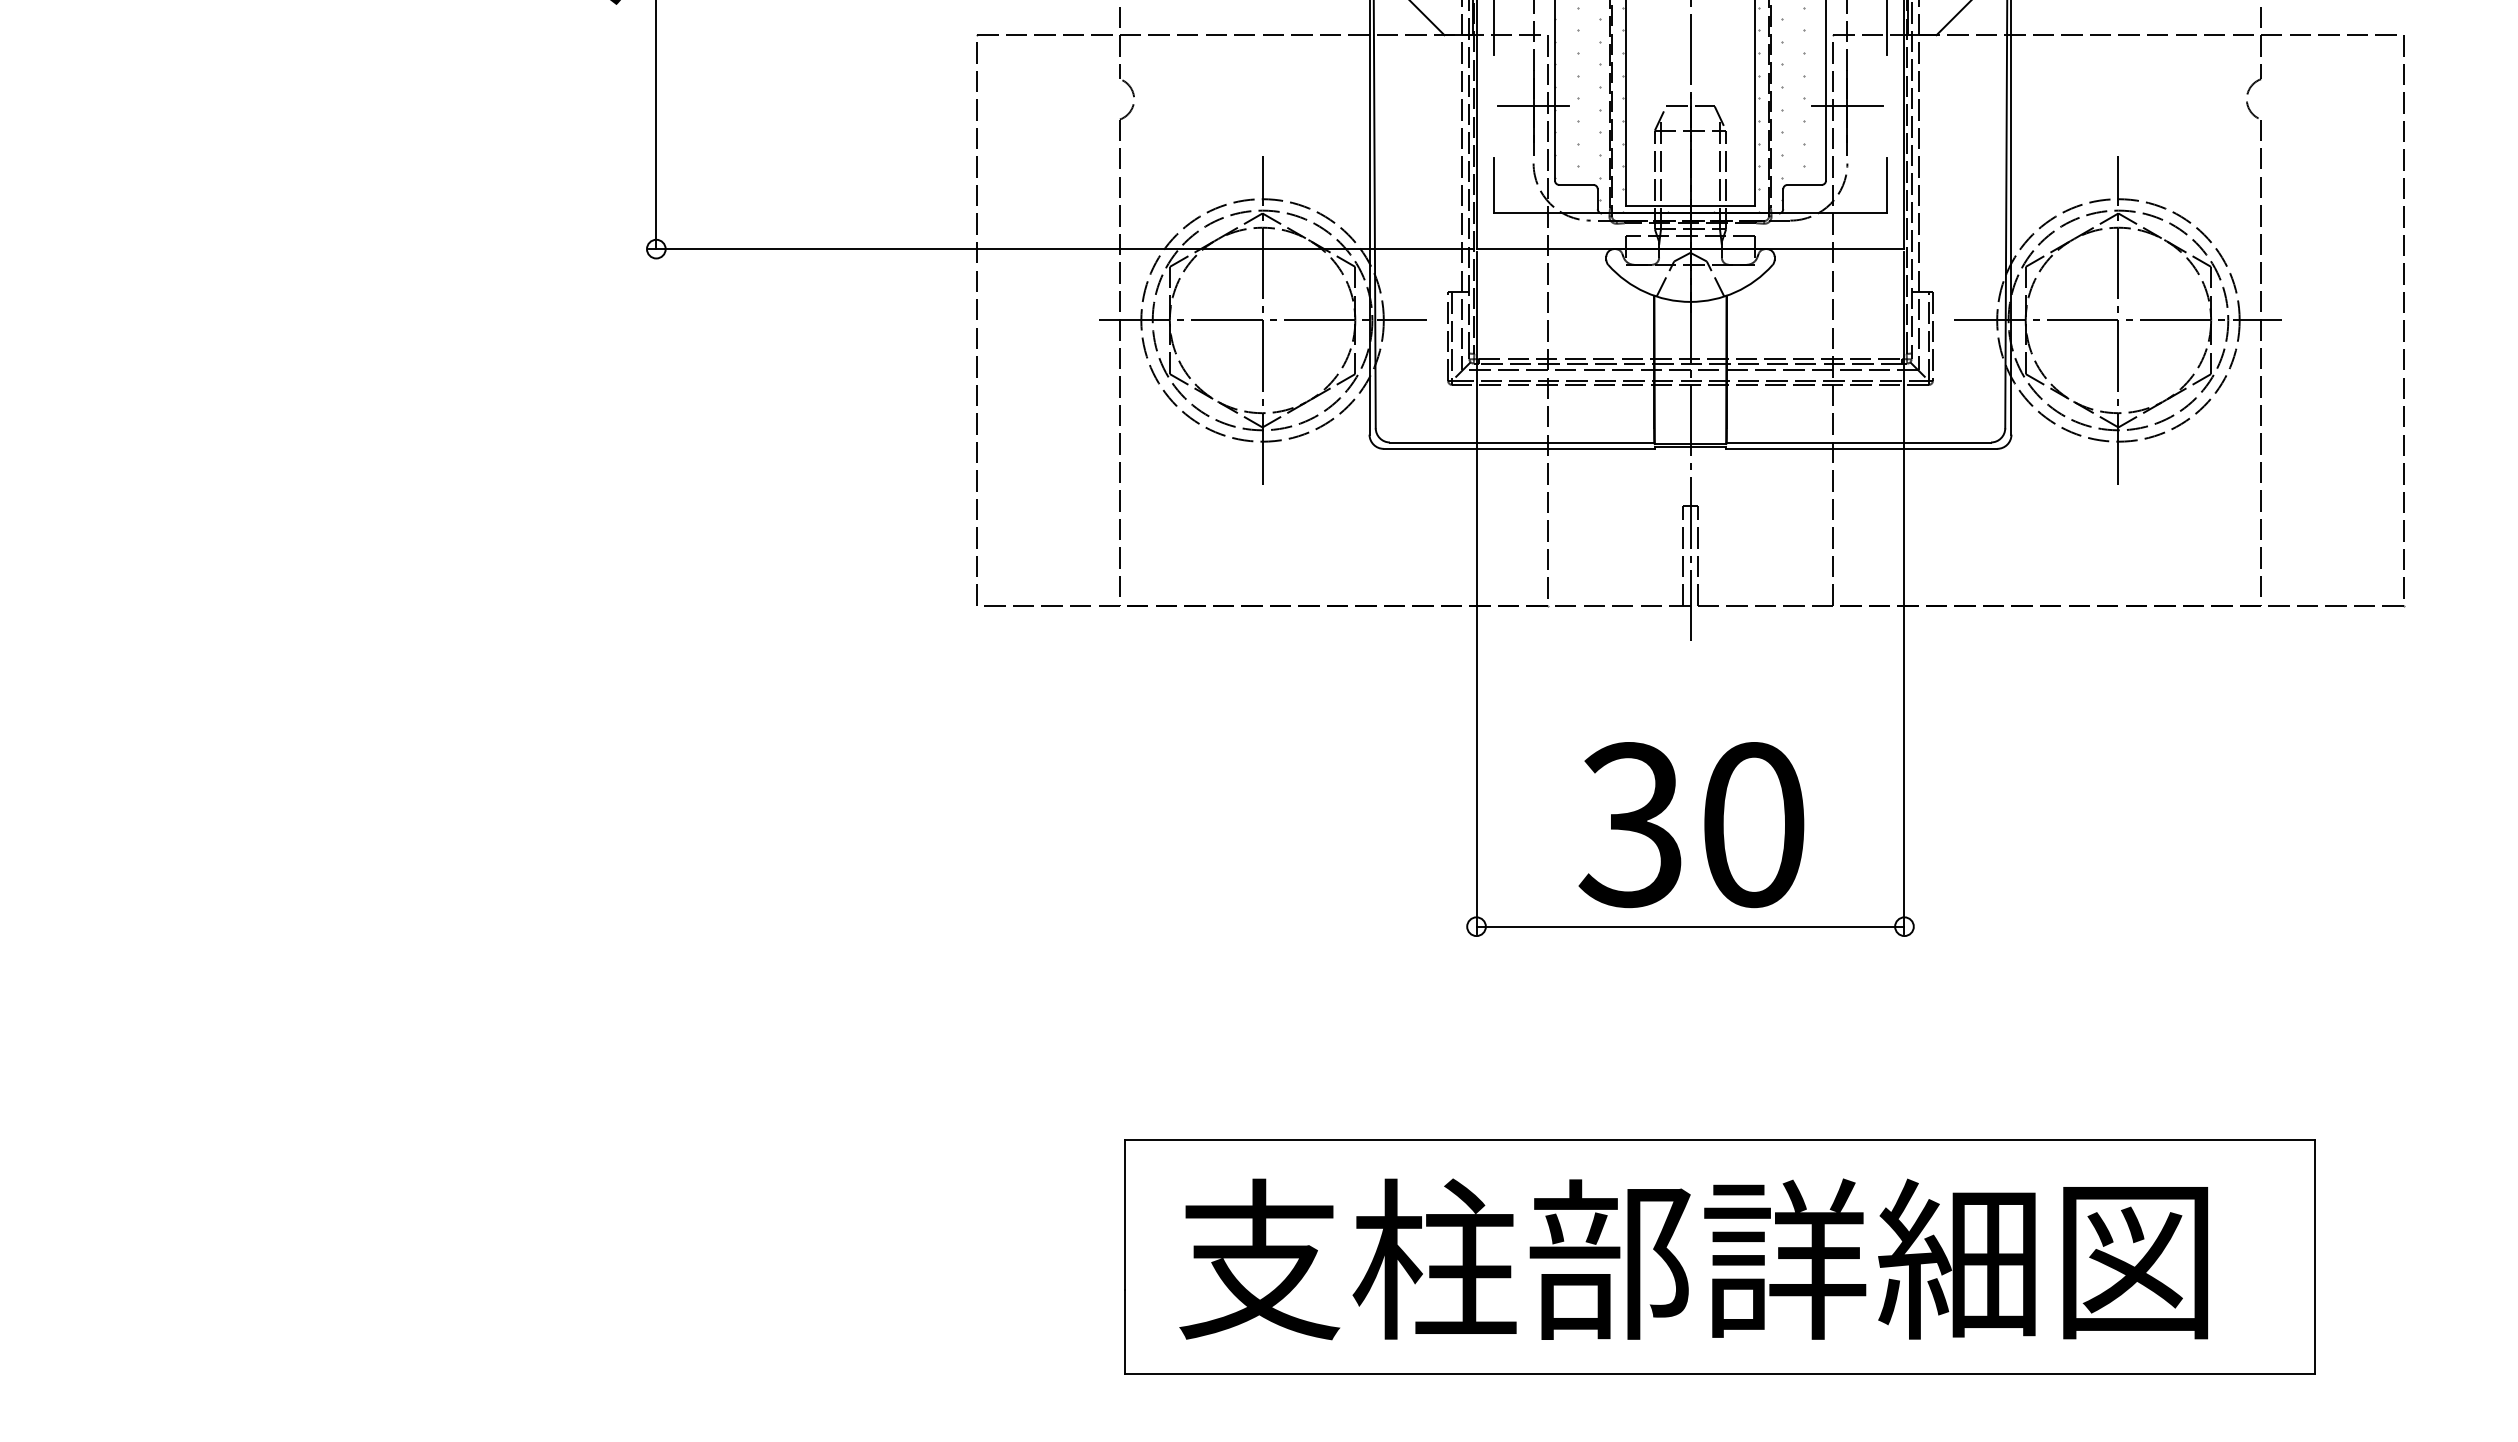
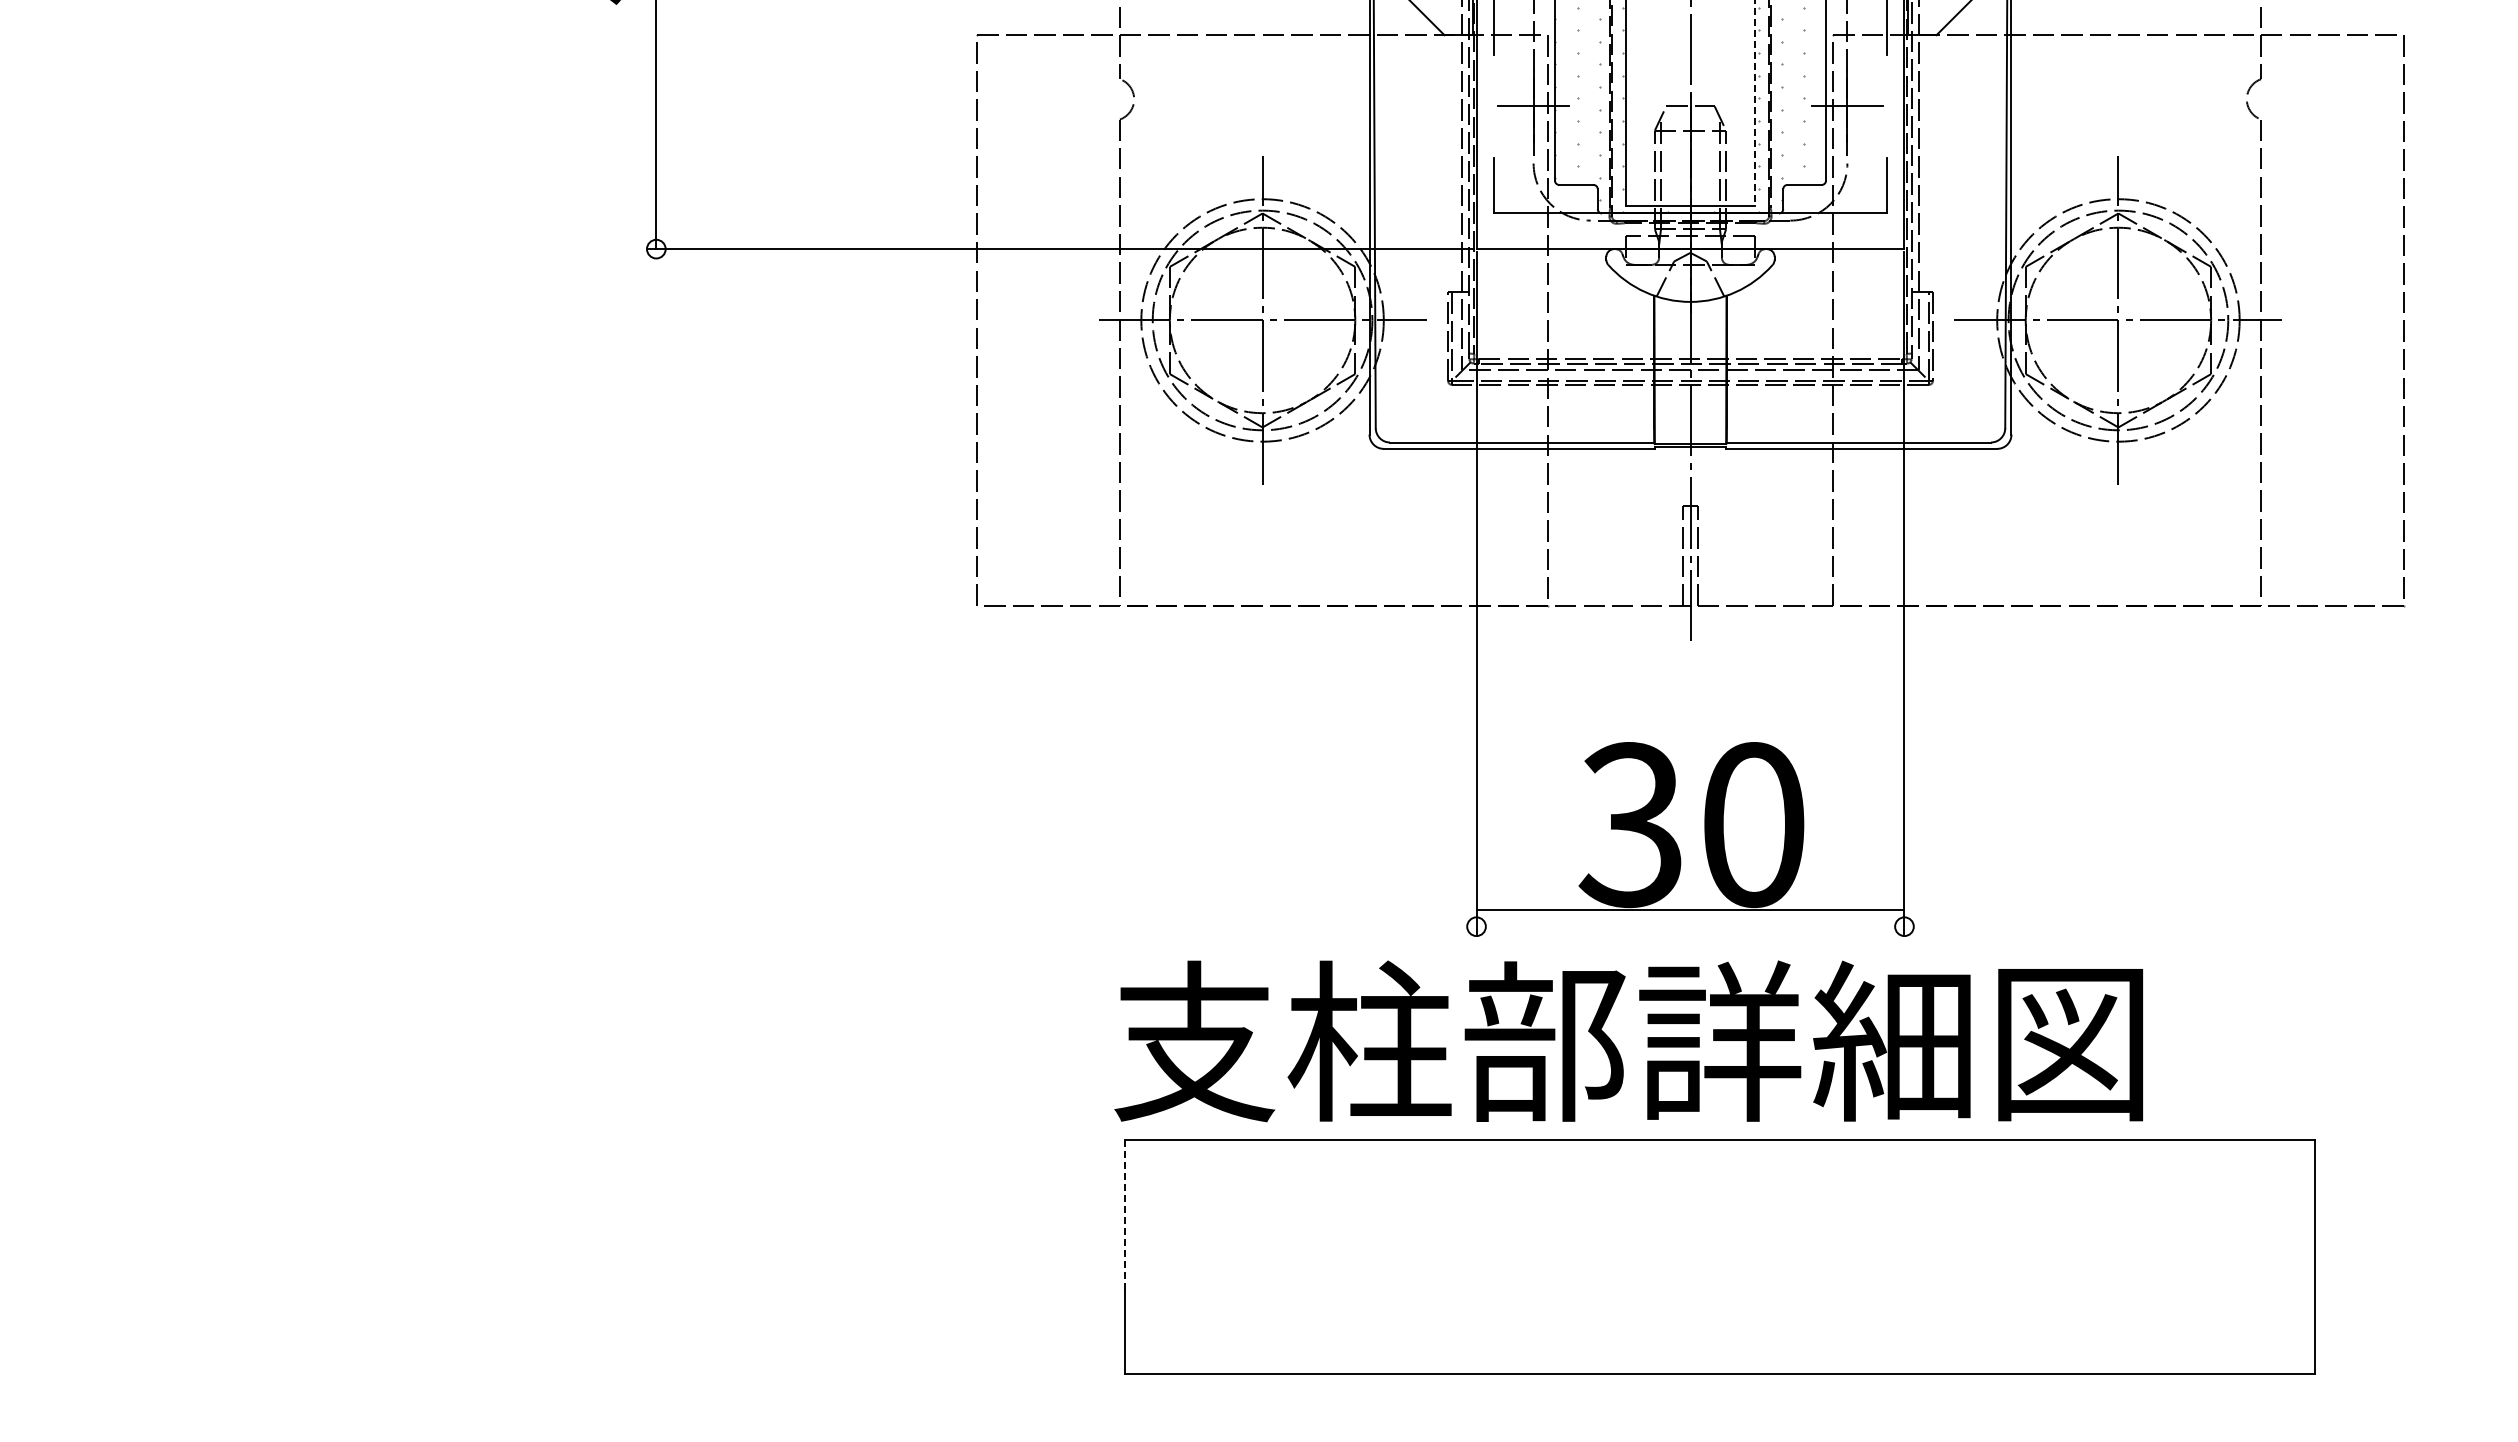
line at (1754, 103): solid -> dashed
line at (1690, 926) position: (1690, 926) -> (1690, 909)
line at (1124, 1215): solid -> dashed
text at (1693, 1259) position: (1693, 1259) -> (1628, 1041)
